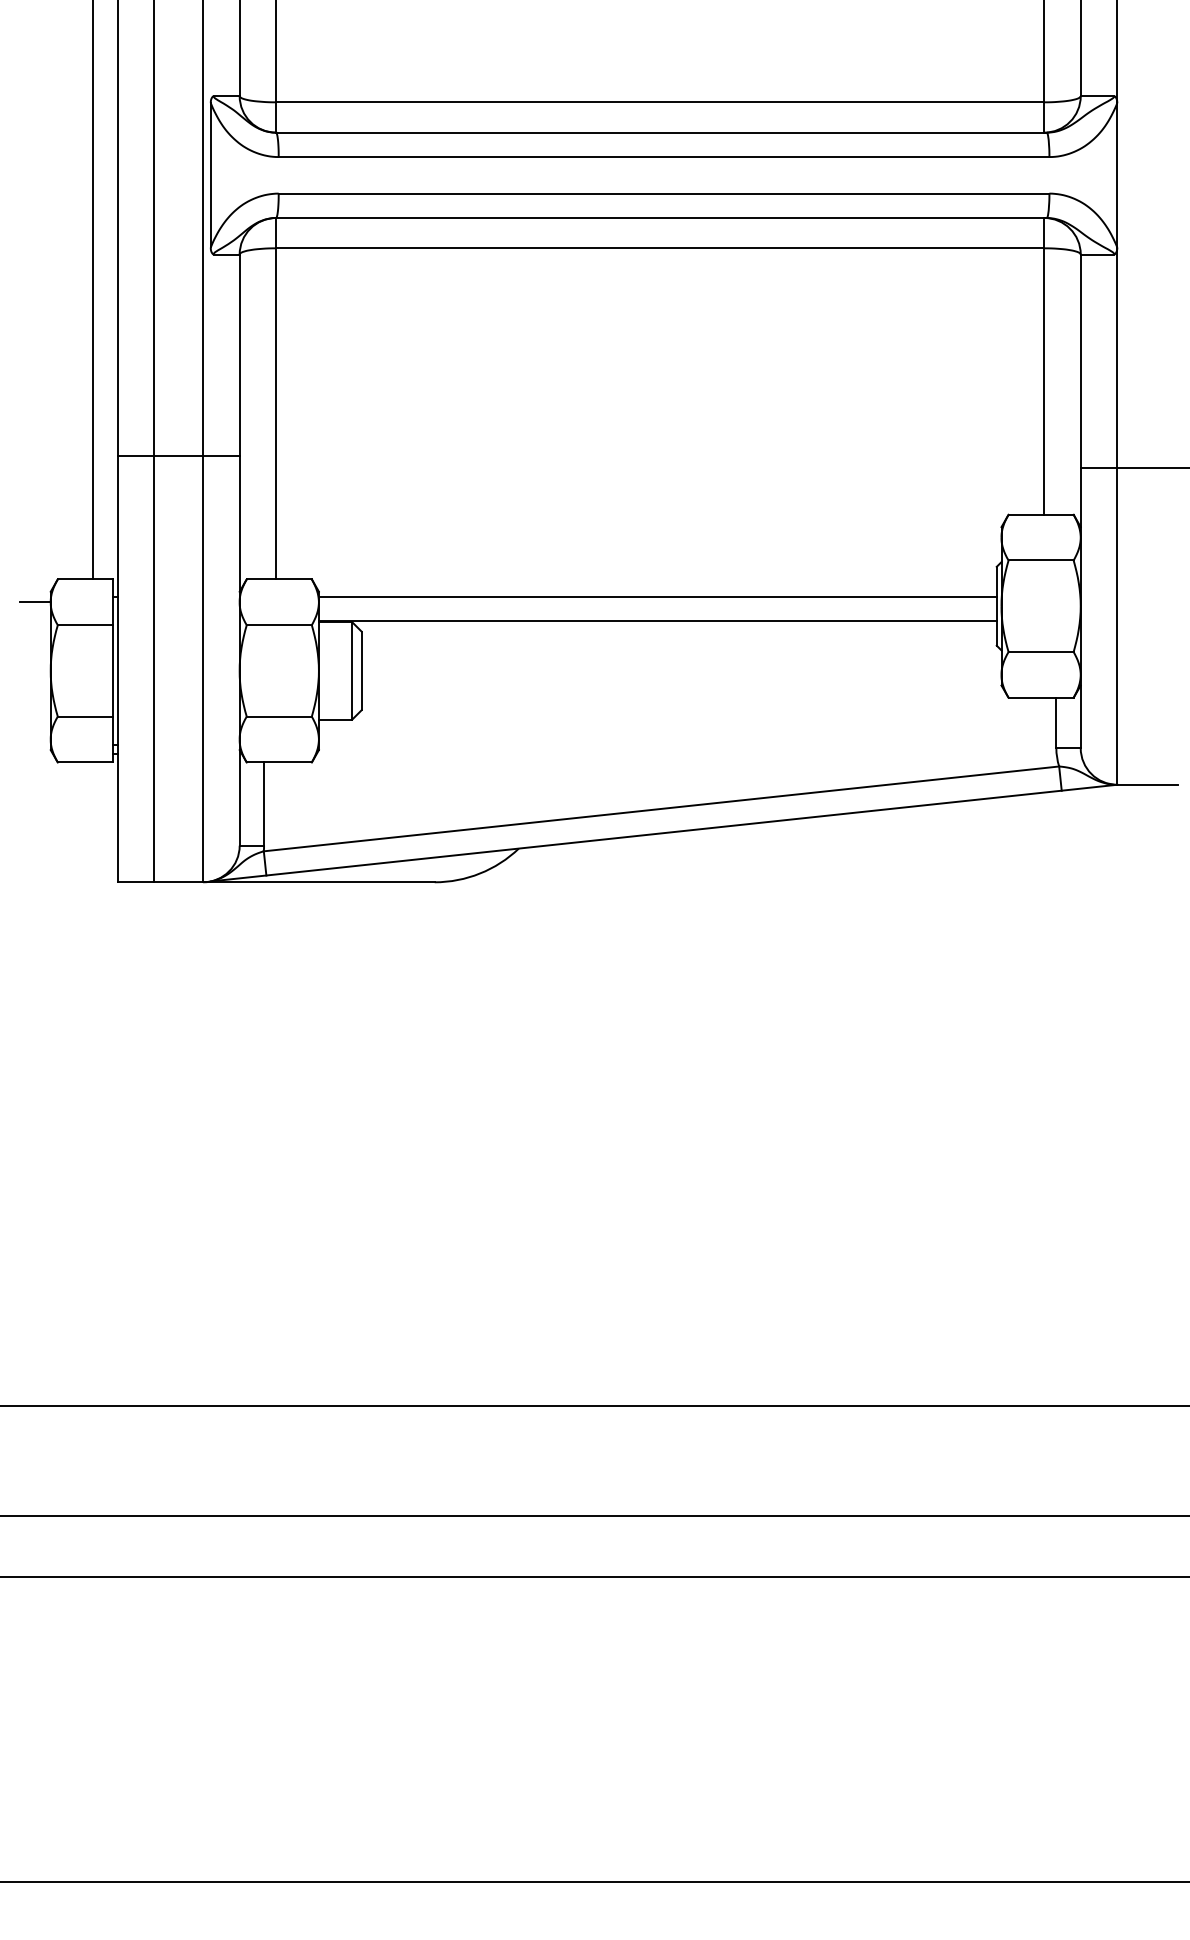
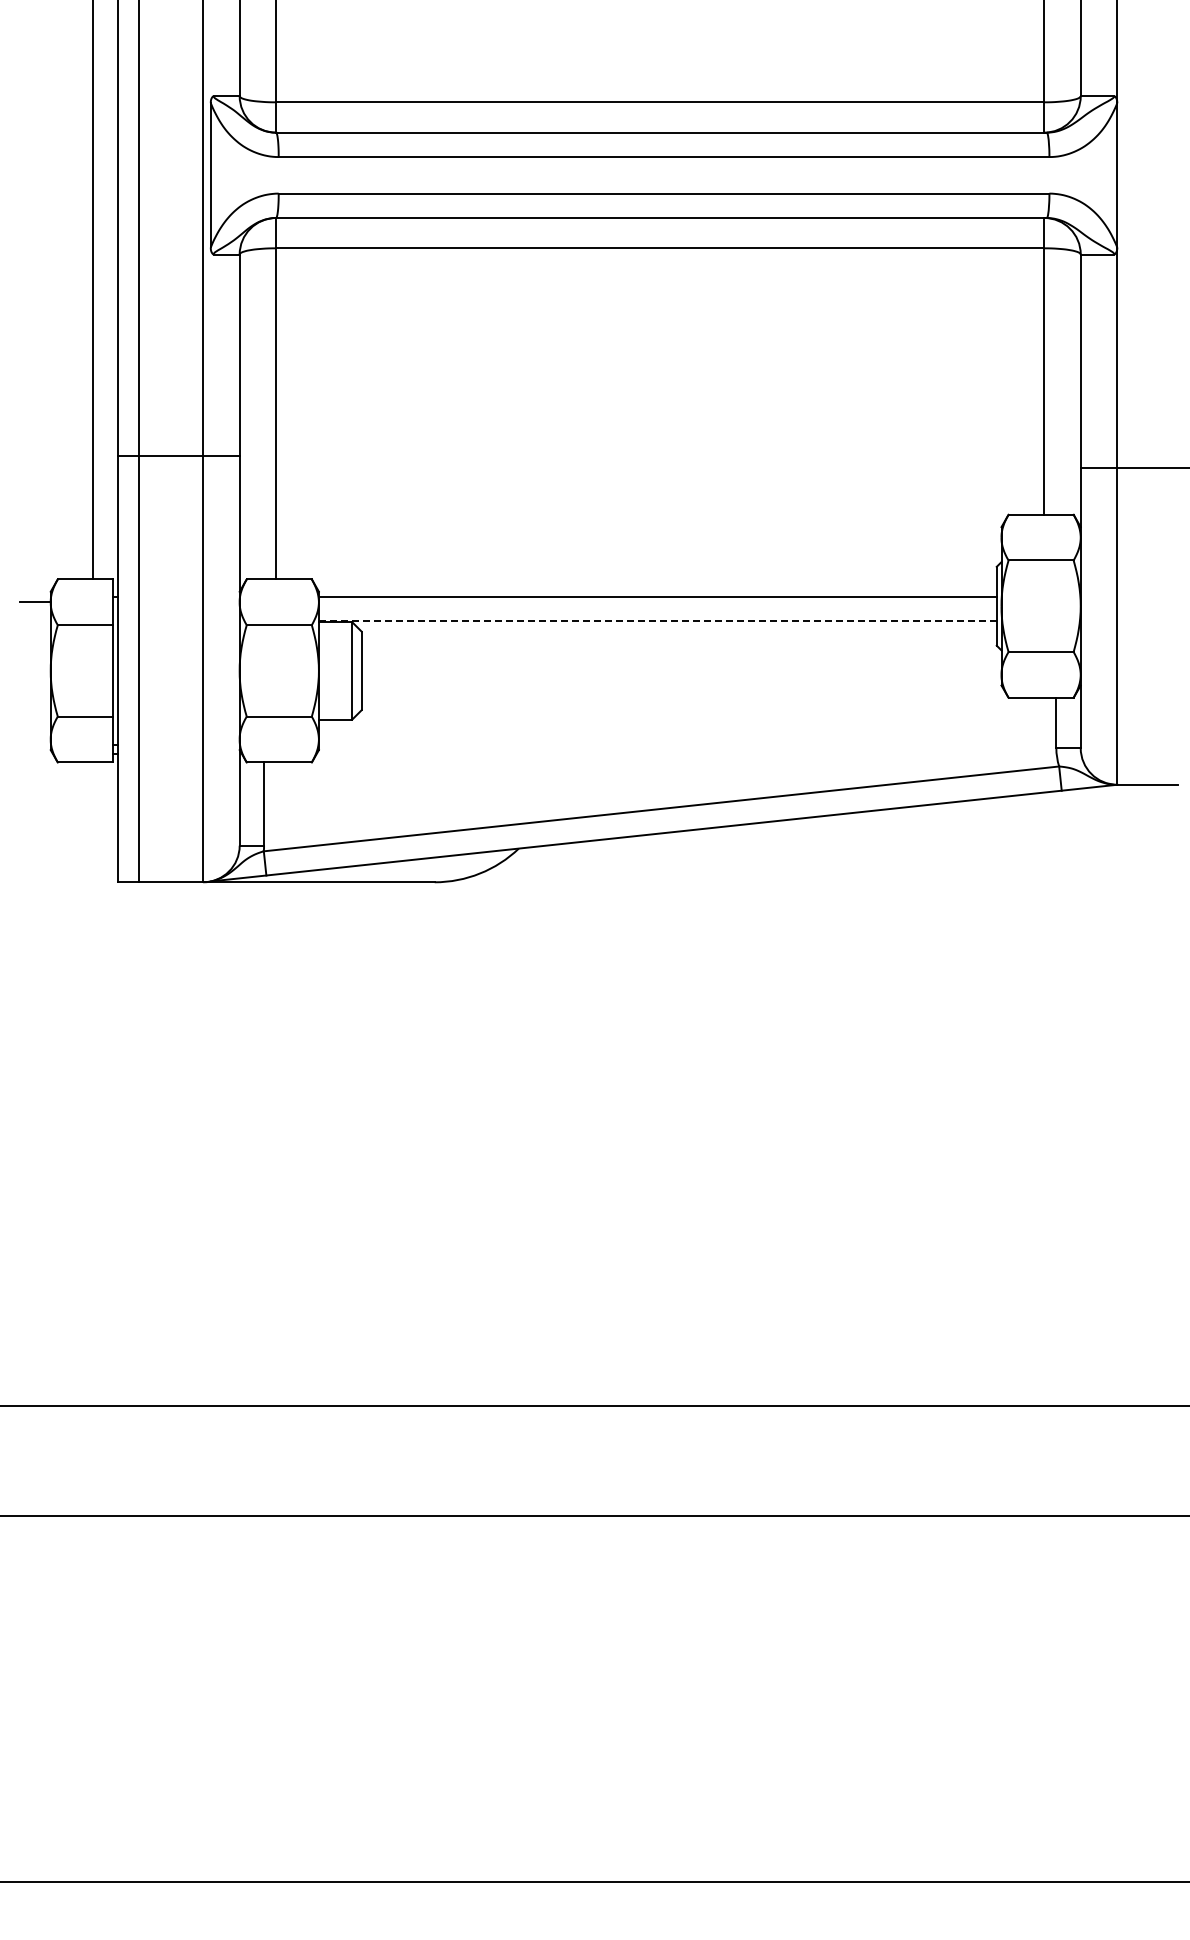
line at (154, 442) position: (154, 442) -> (139, 442)
line at (657, 621): solid -> dashed
line at (594, 1577): present -> none
